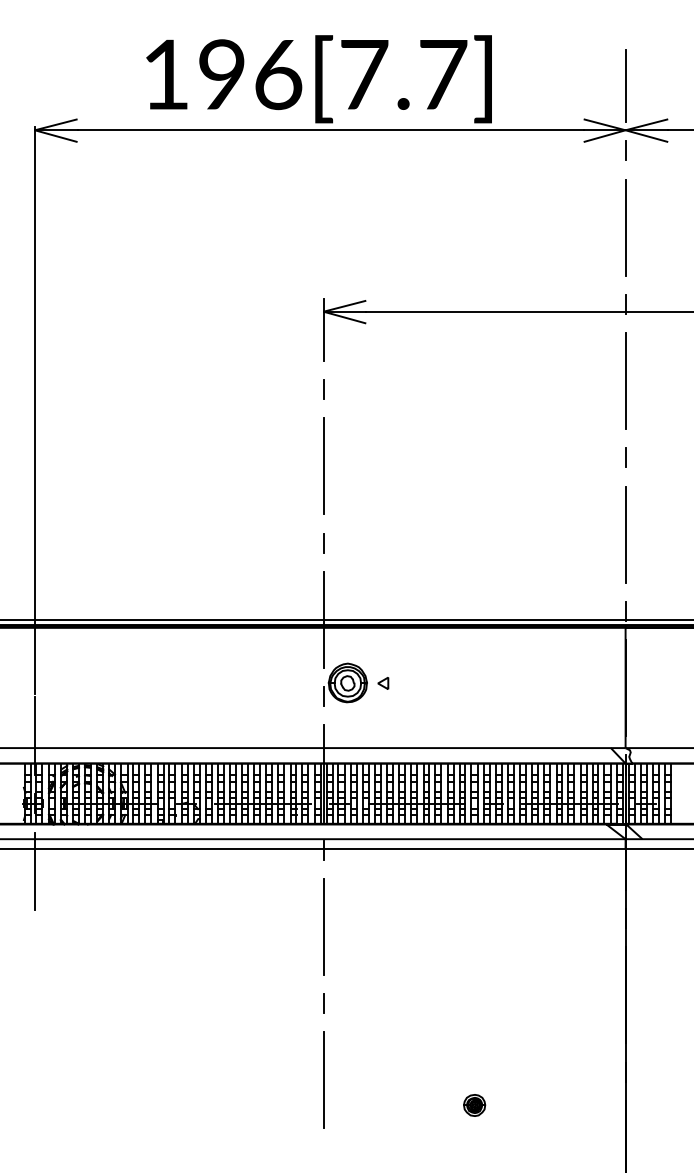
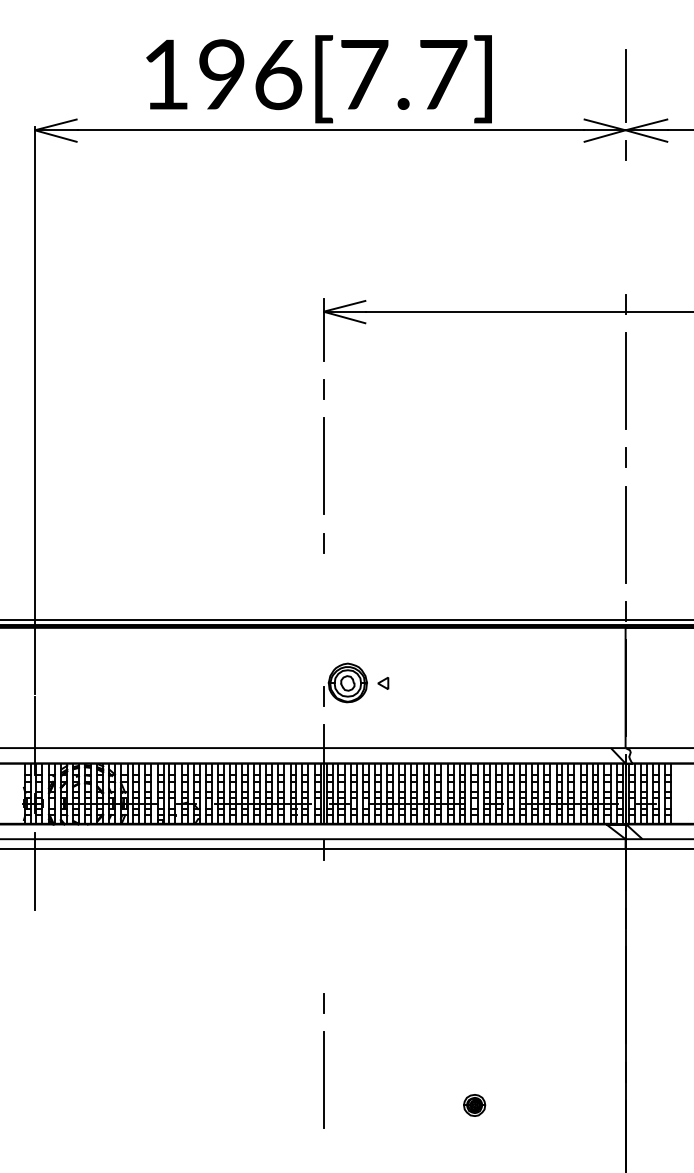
line at (625, 227): present -> none
line at (323, 619): present -> none
line at (323, 926): present -> none
